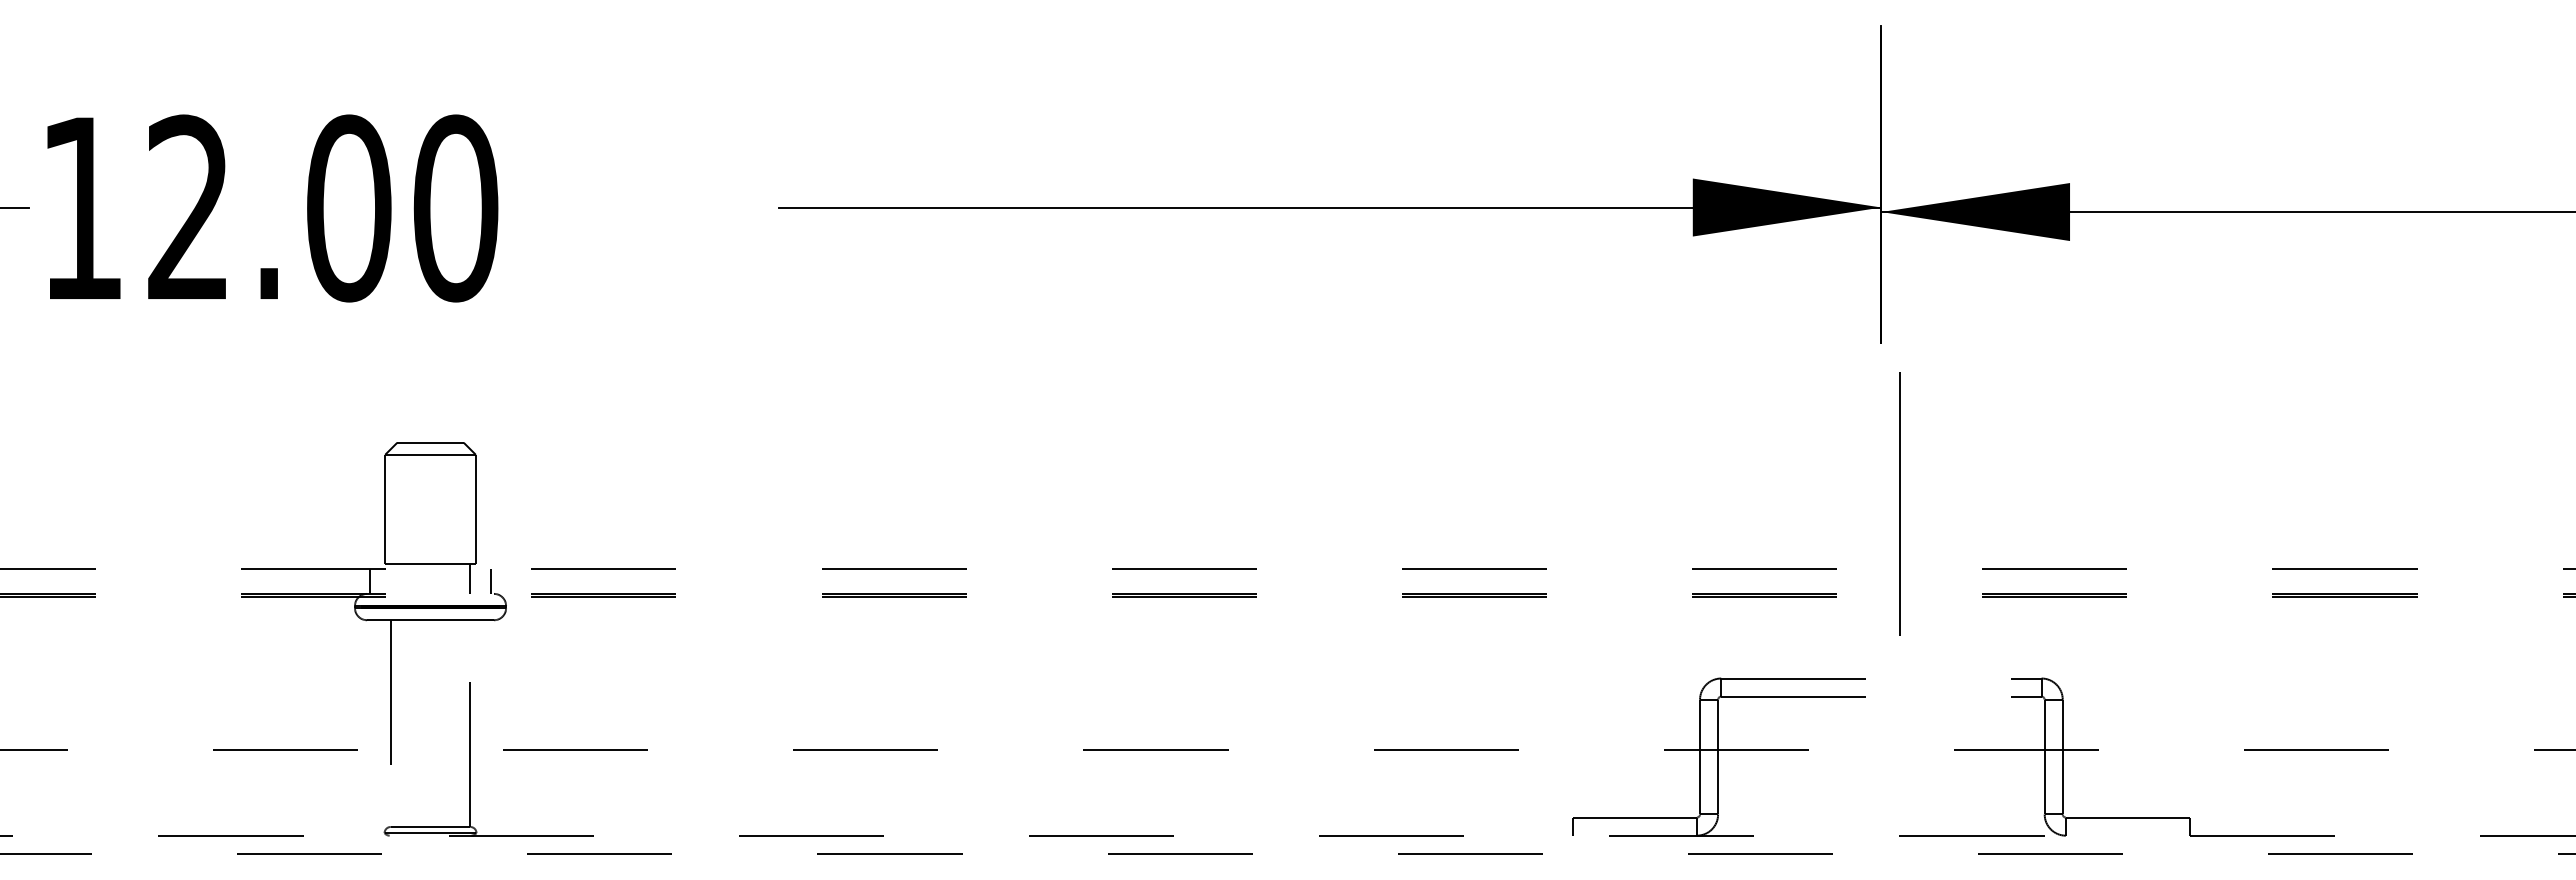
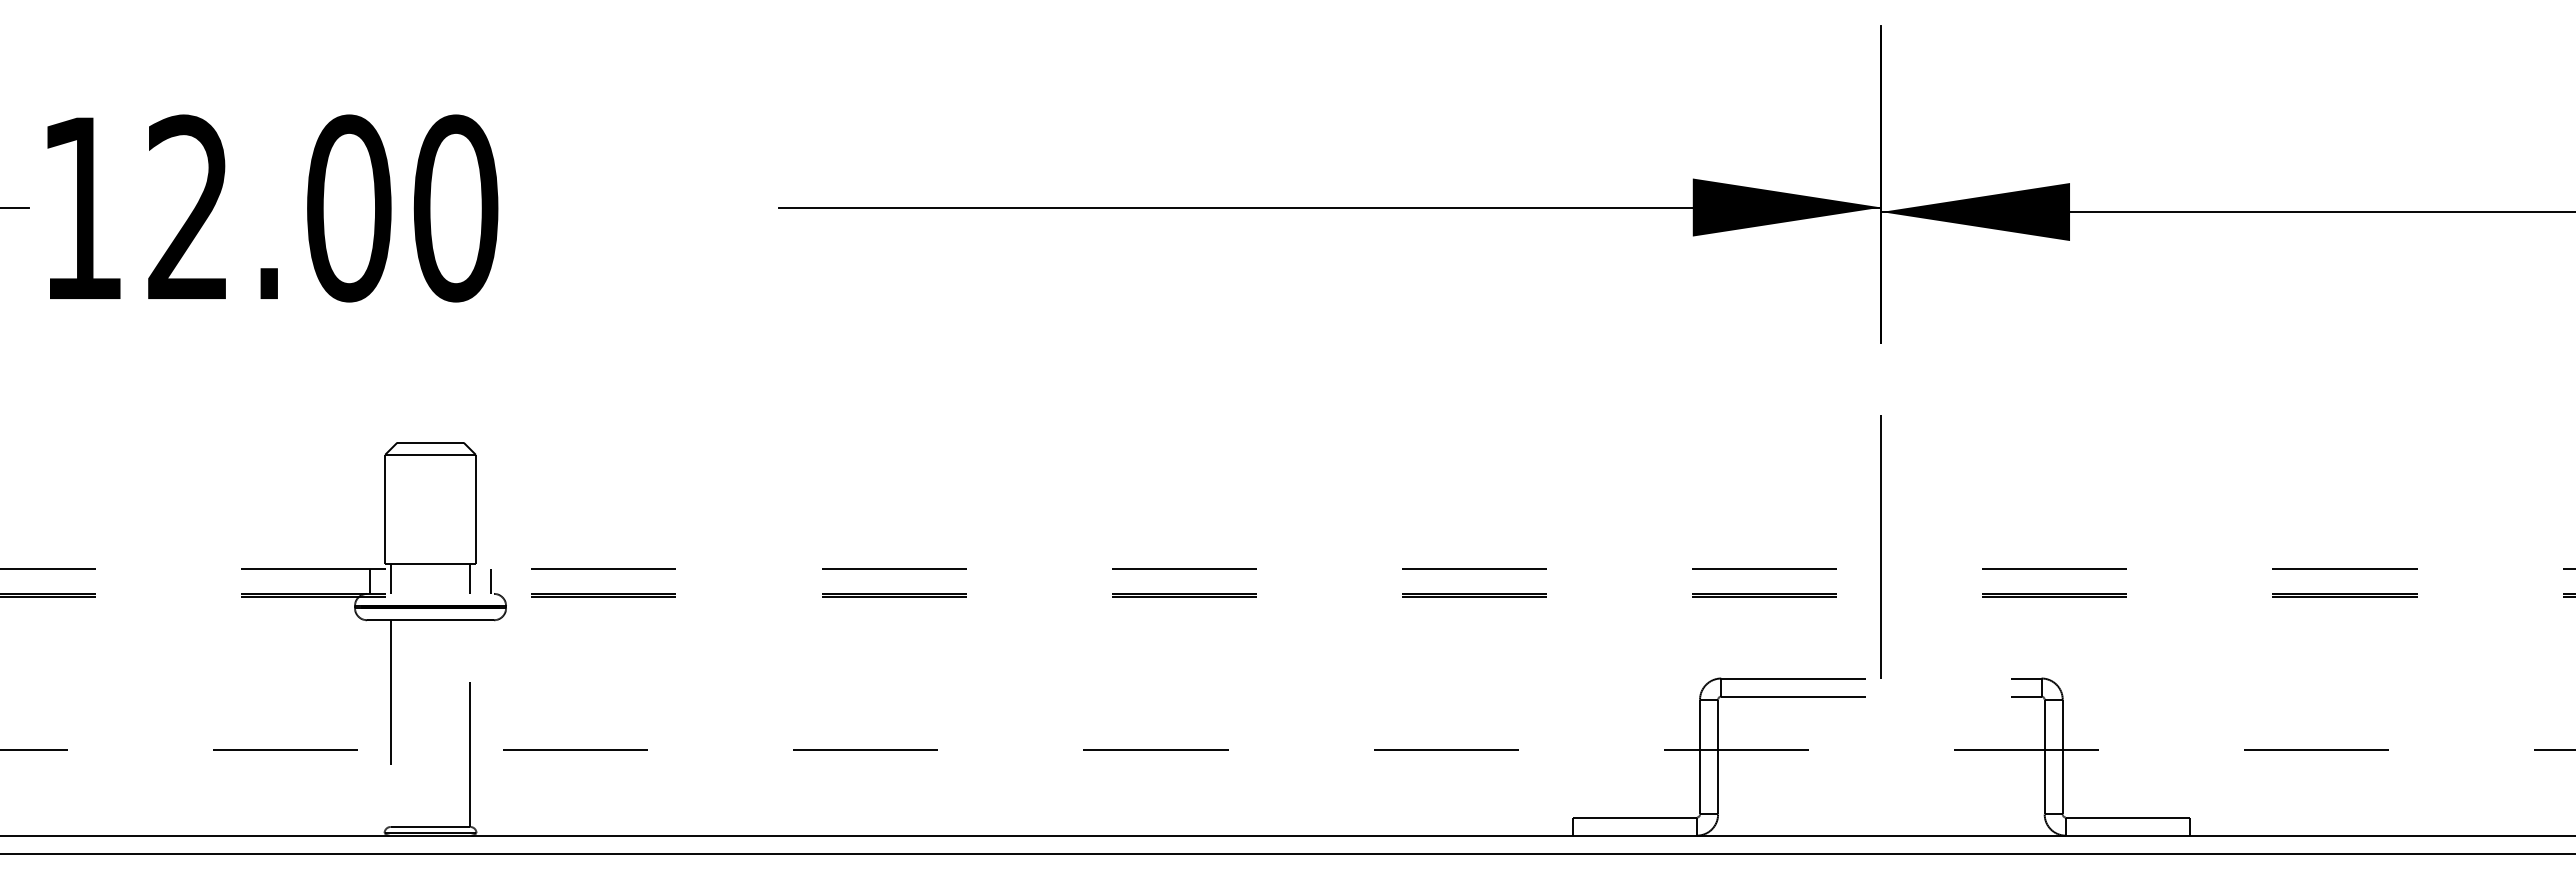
line at (1899, 503) position: (1899, 503) -> (1880, 546)
line at (390, 578): none -> present
line at (1288, 835): dashed -> solid
line at (1288, 853): dashed -> solid
